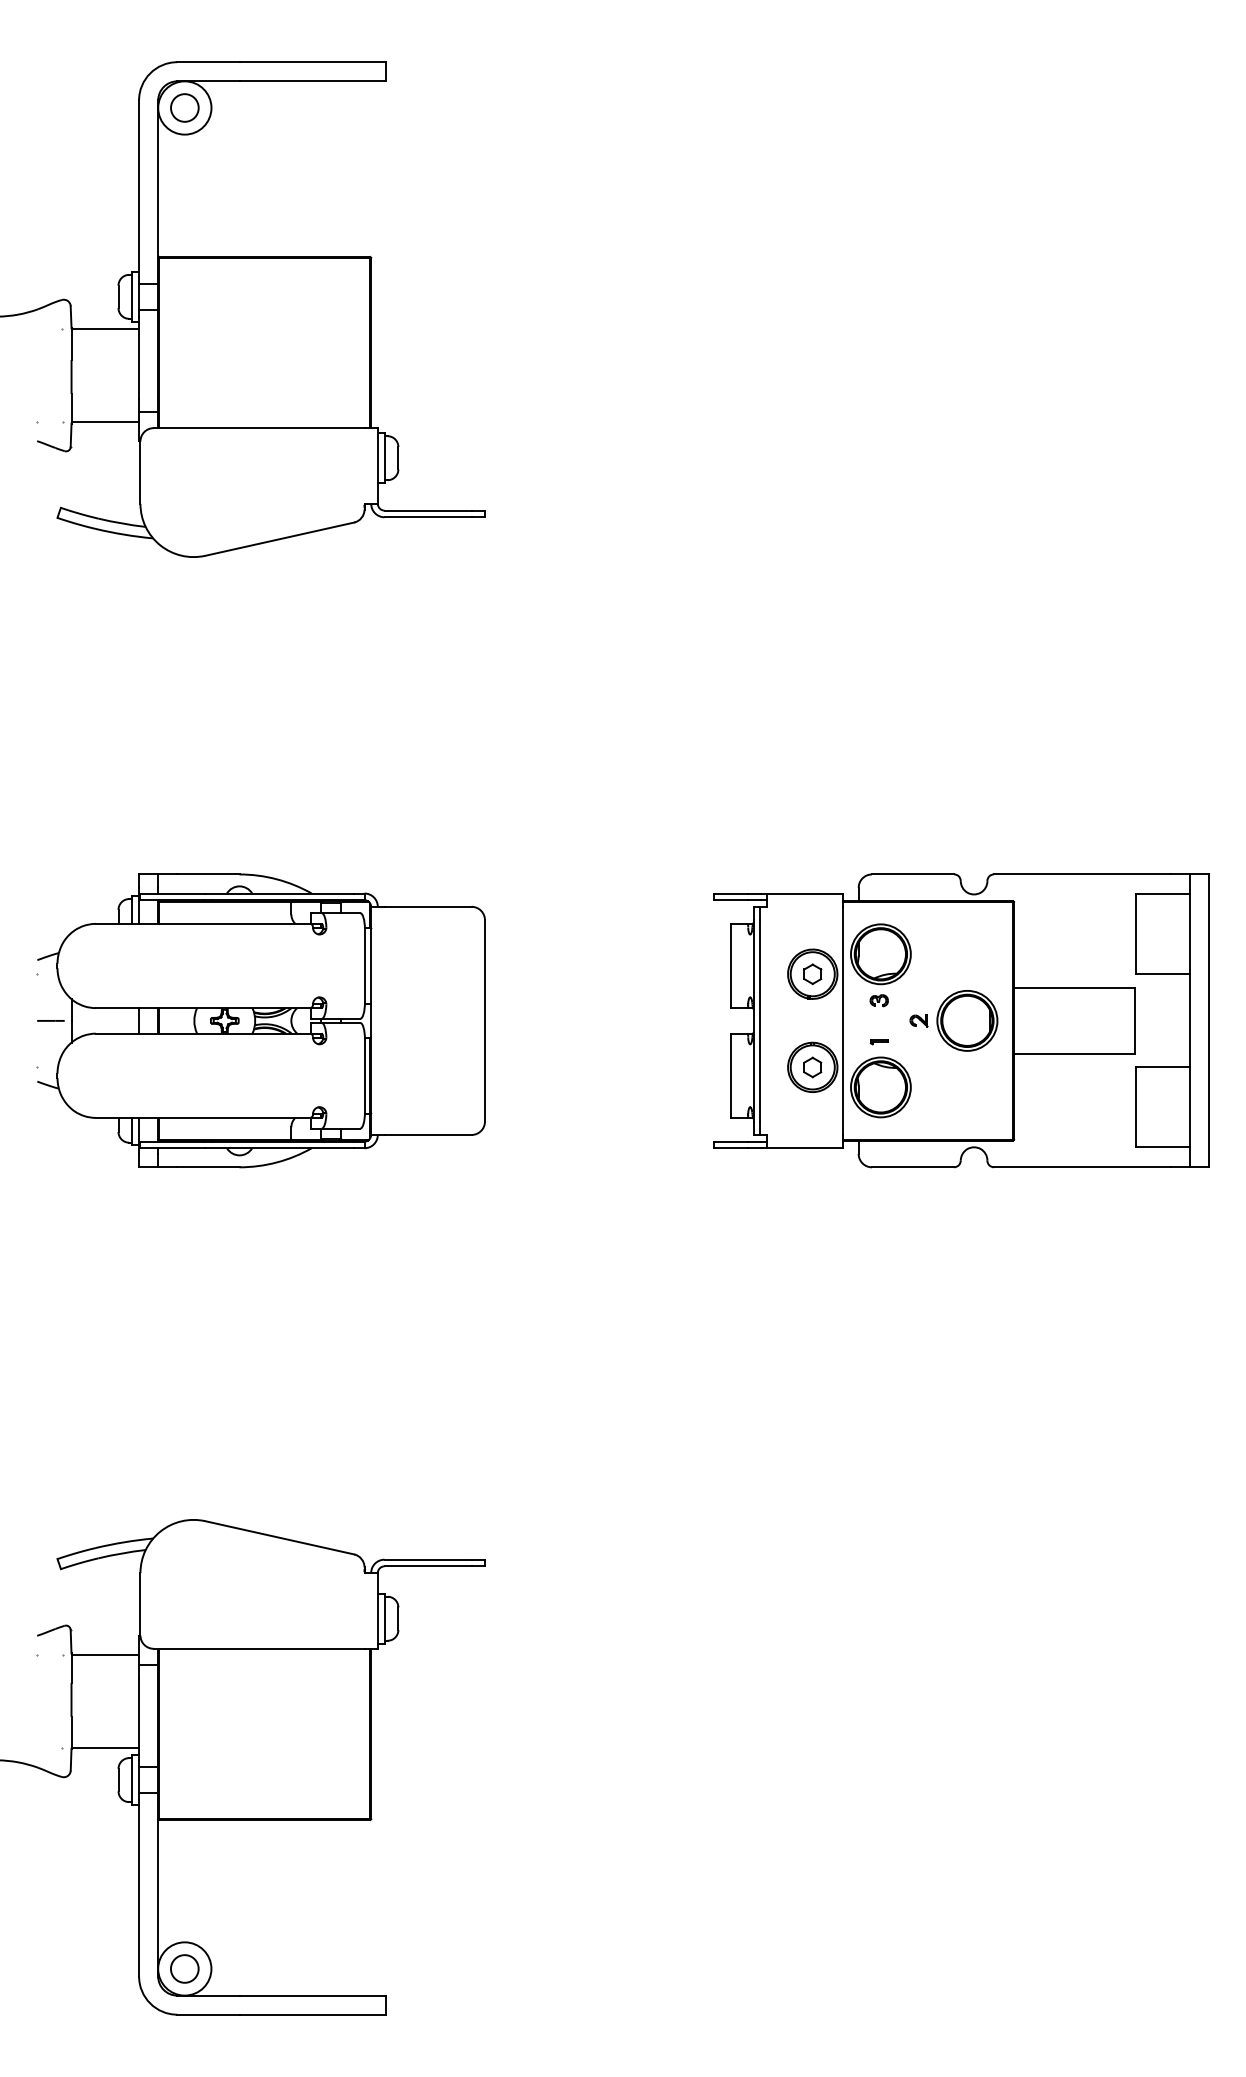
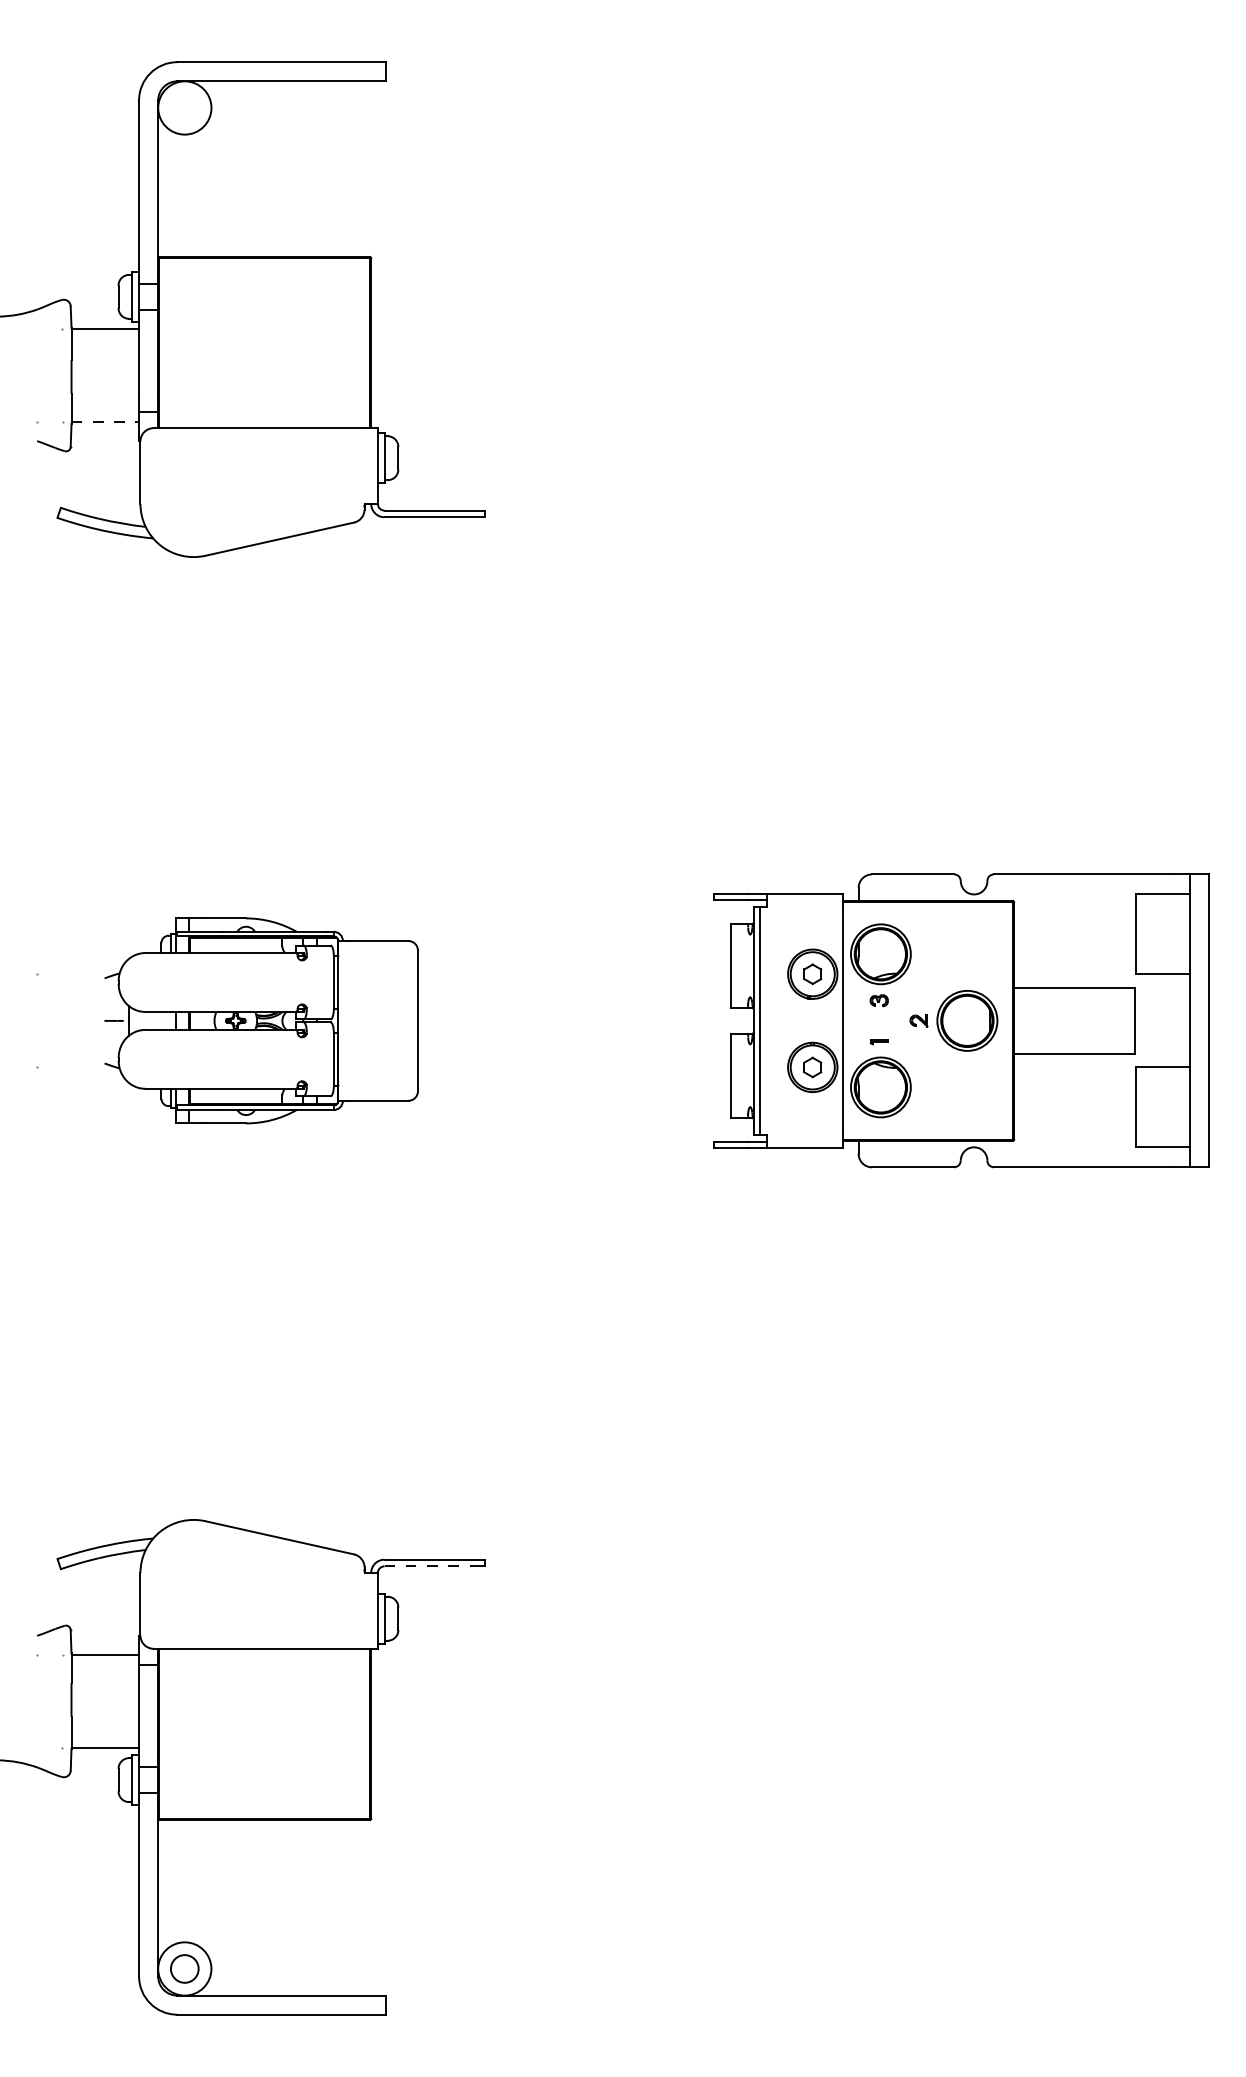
circle at (184, 107): present -> none
line at (105, 422): solid -> dashed
part at (261, 1020) size: 449x296 px -> 315x208 px
line at (428, 1566): solid -> dashed
